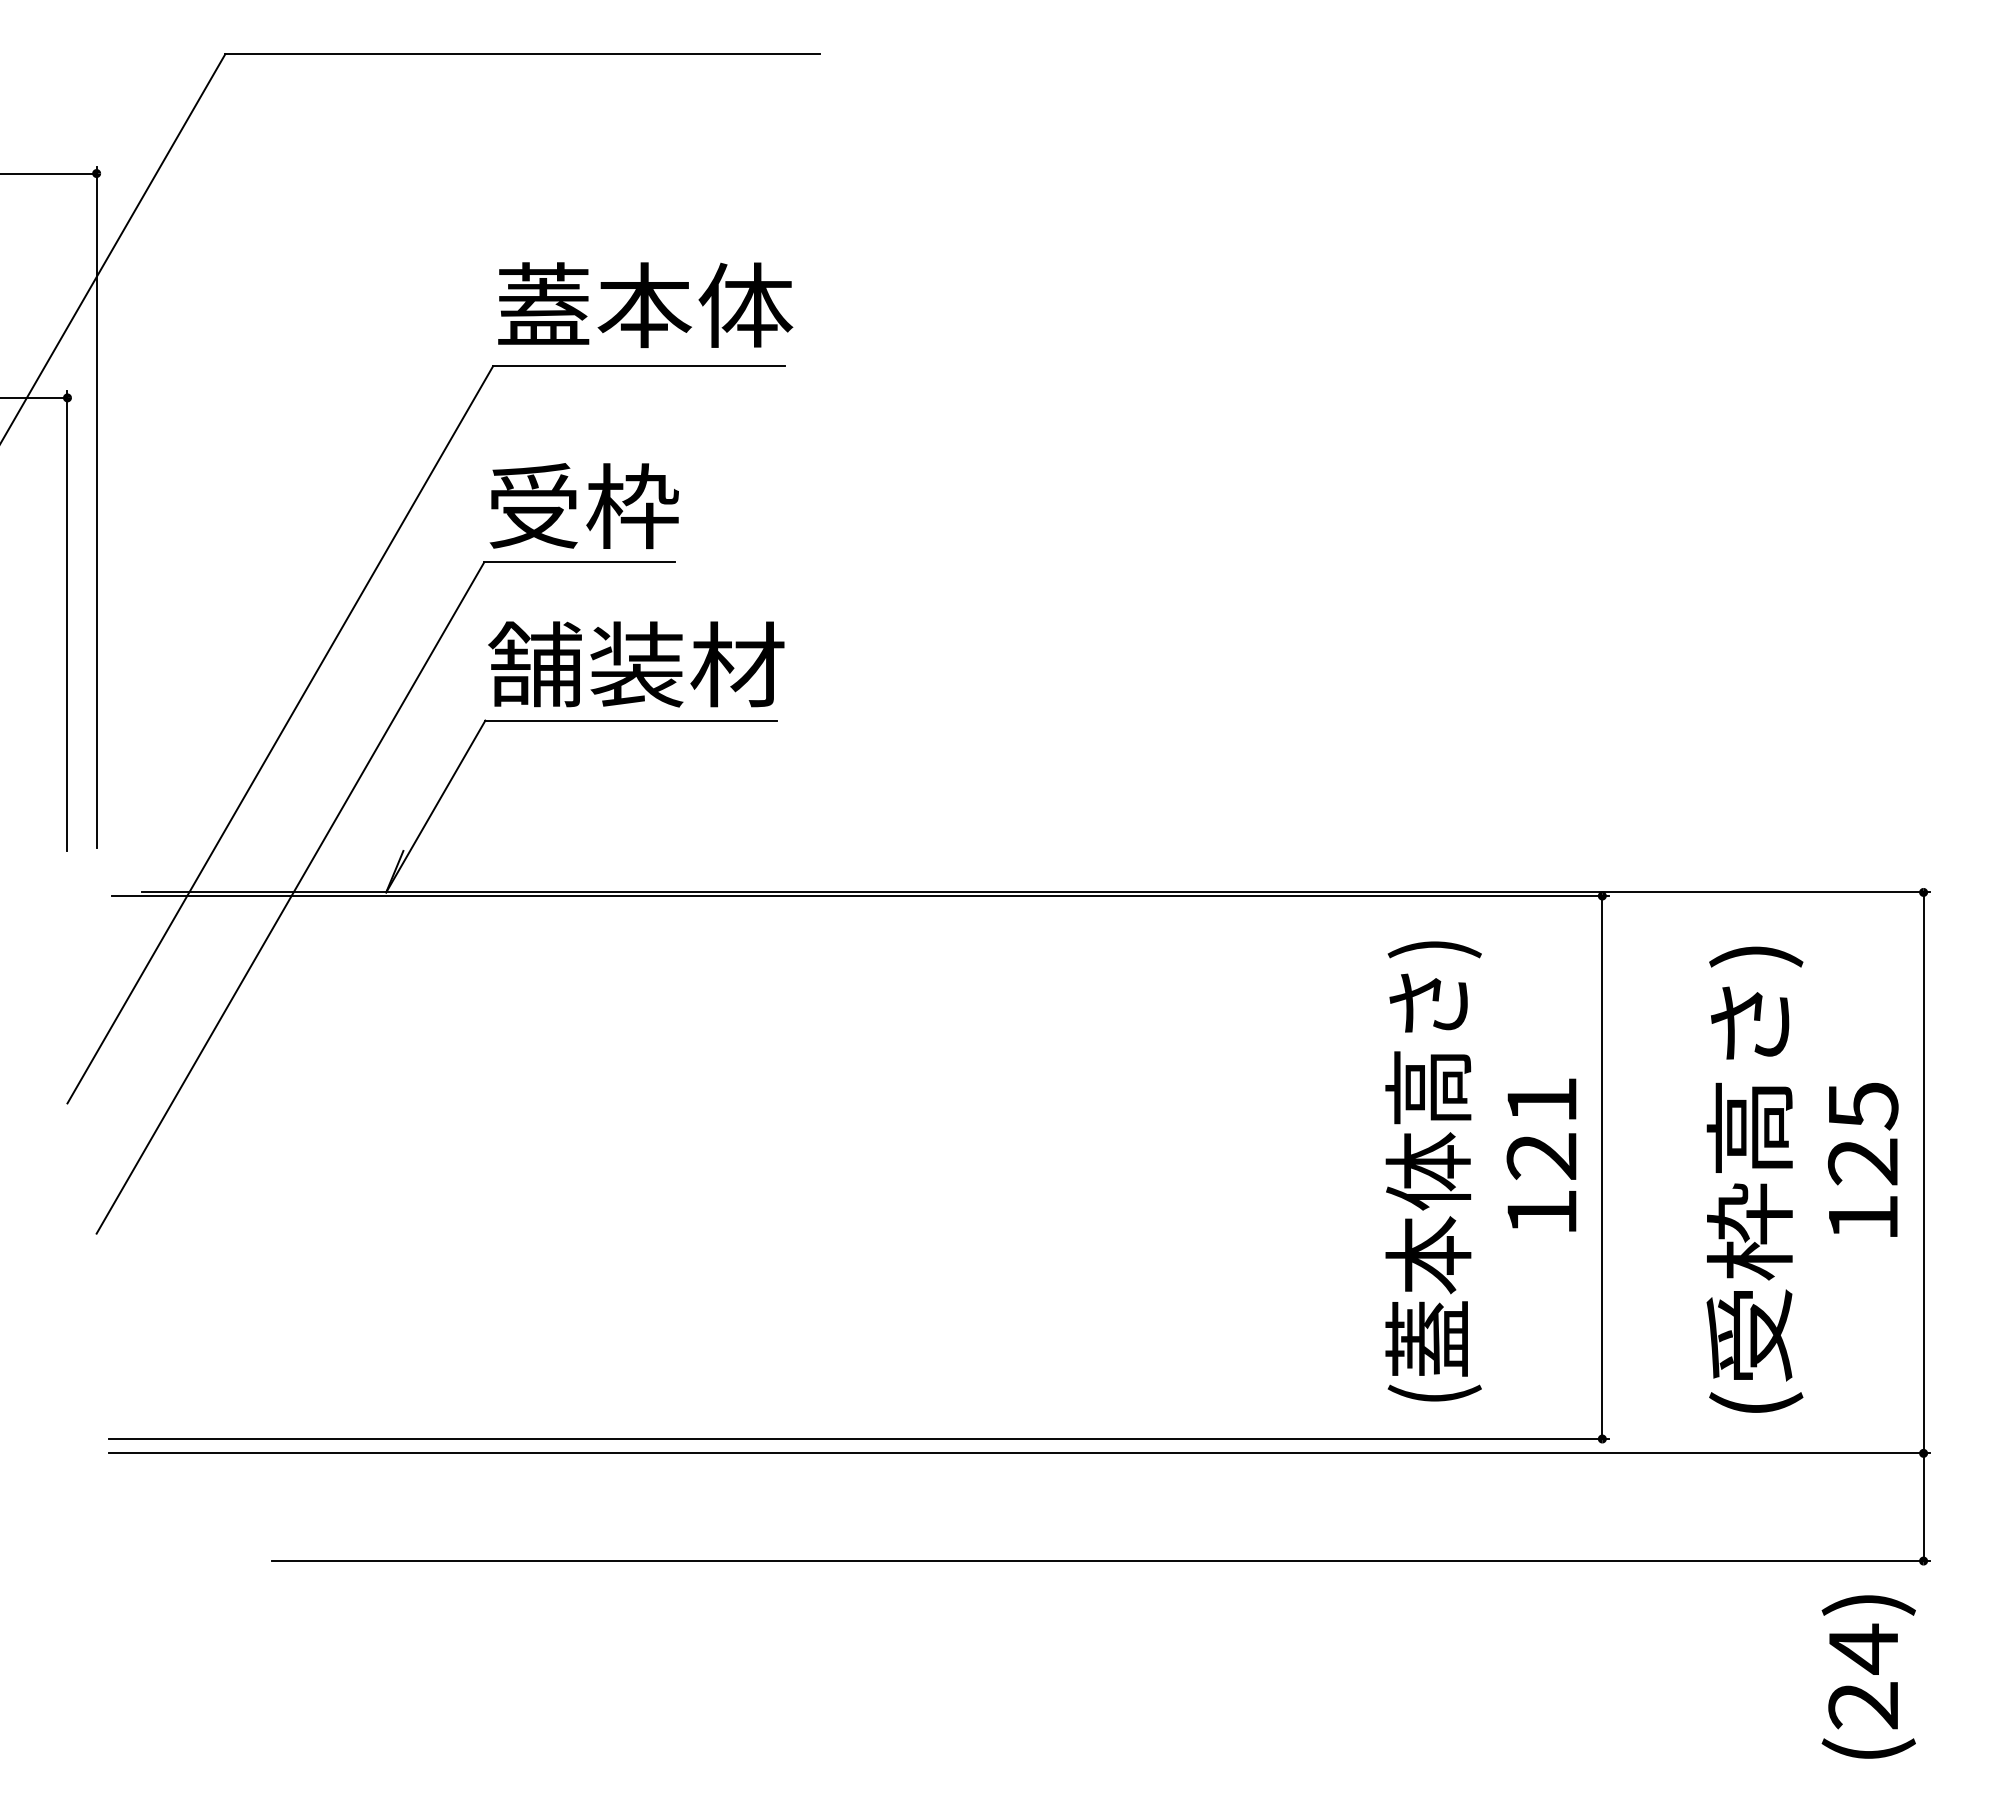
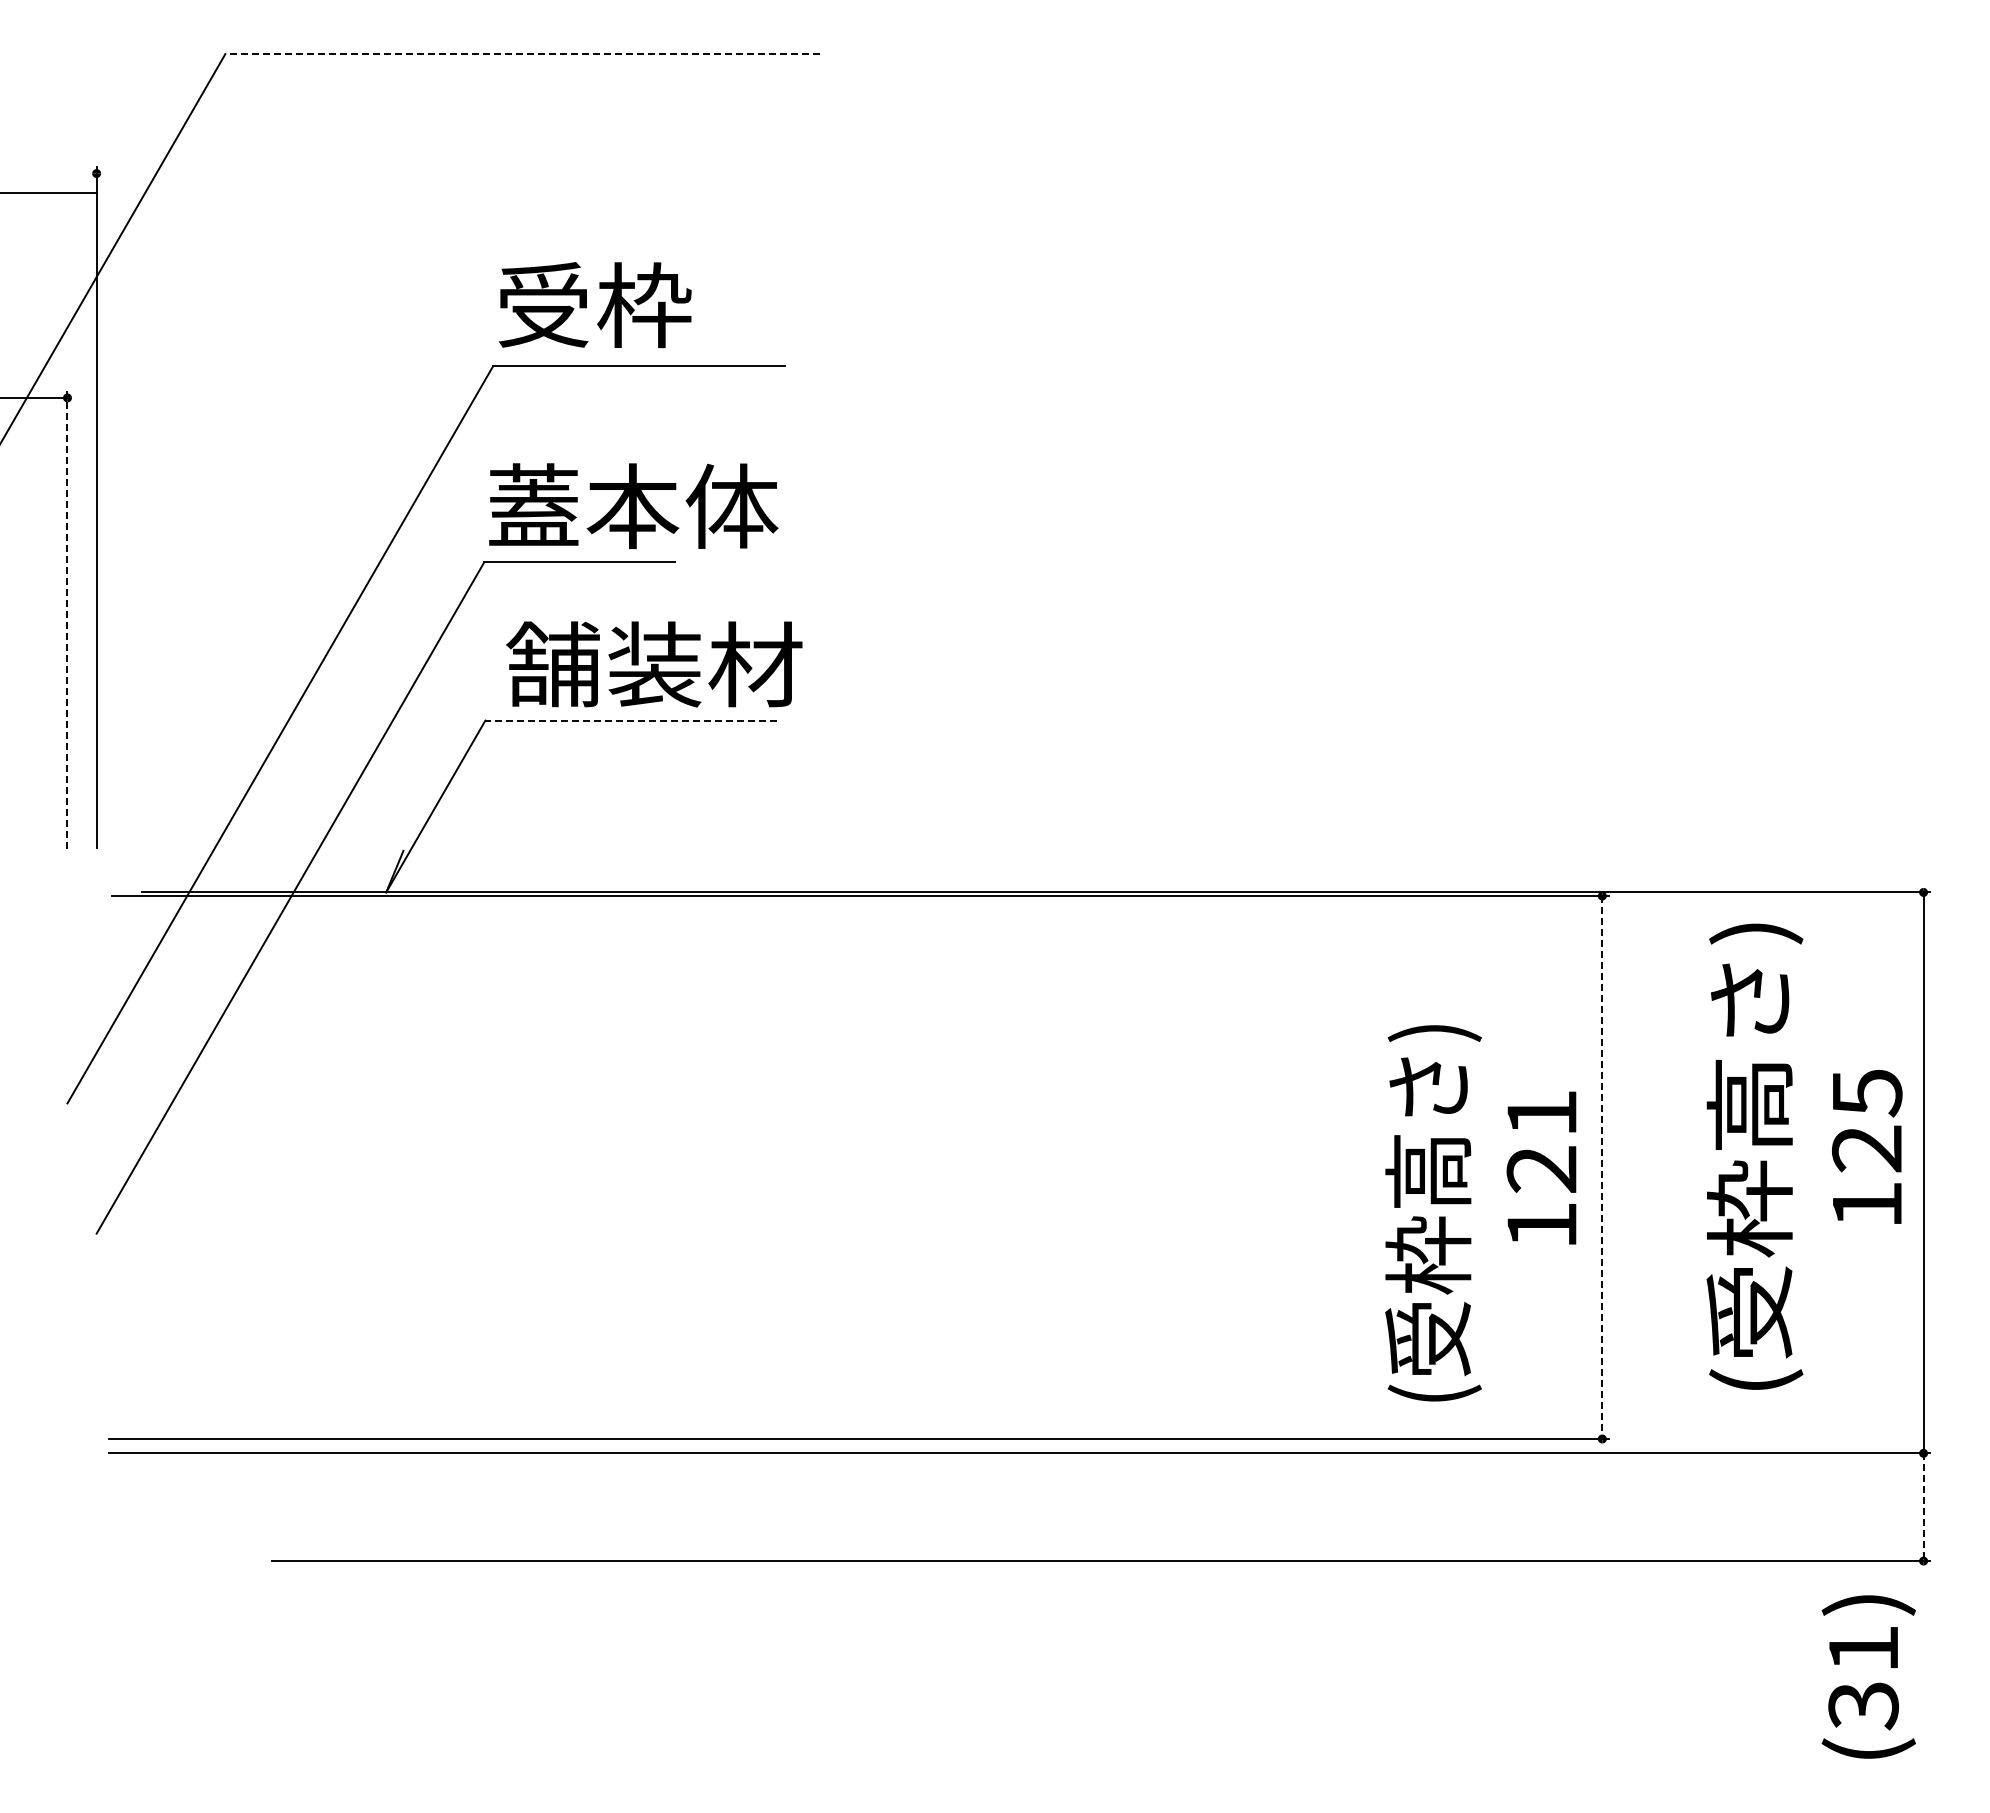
line at (522, 54): solid -> dashed
line at (49, 173) position: (49, 173) -> (49, 192)
text at (645, 305): 蓋本体 -> 受枠
text at (633, 506): 受枠 -> 蓋本体
line at (67, 621): solid -> dashed
text at (636, 664) position: (636, 664) -> (654, 664)
line at (631, 720): solid -> dashed
text at (1541, 1154) position: (1541, 1154) -> (1541, 1167)
text at (1433, 1158): (蓋本体高さ) -> (受枠高さ)
text at (1863, 1159) position: (1863, 1159) -> (1867, 1146)
line at (1602, 1168): solid -> dashed
text at (1754, 1179) position: (1754, 1179) -> (1754, 1156)
line at (1923, 1507): solid -> dashed
text at (1863, 1676): (24) -> (31)
